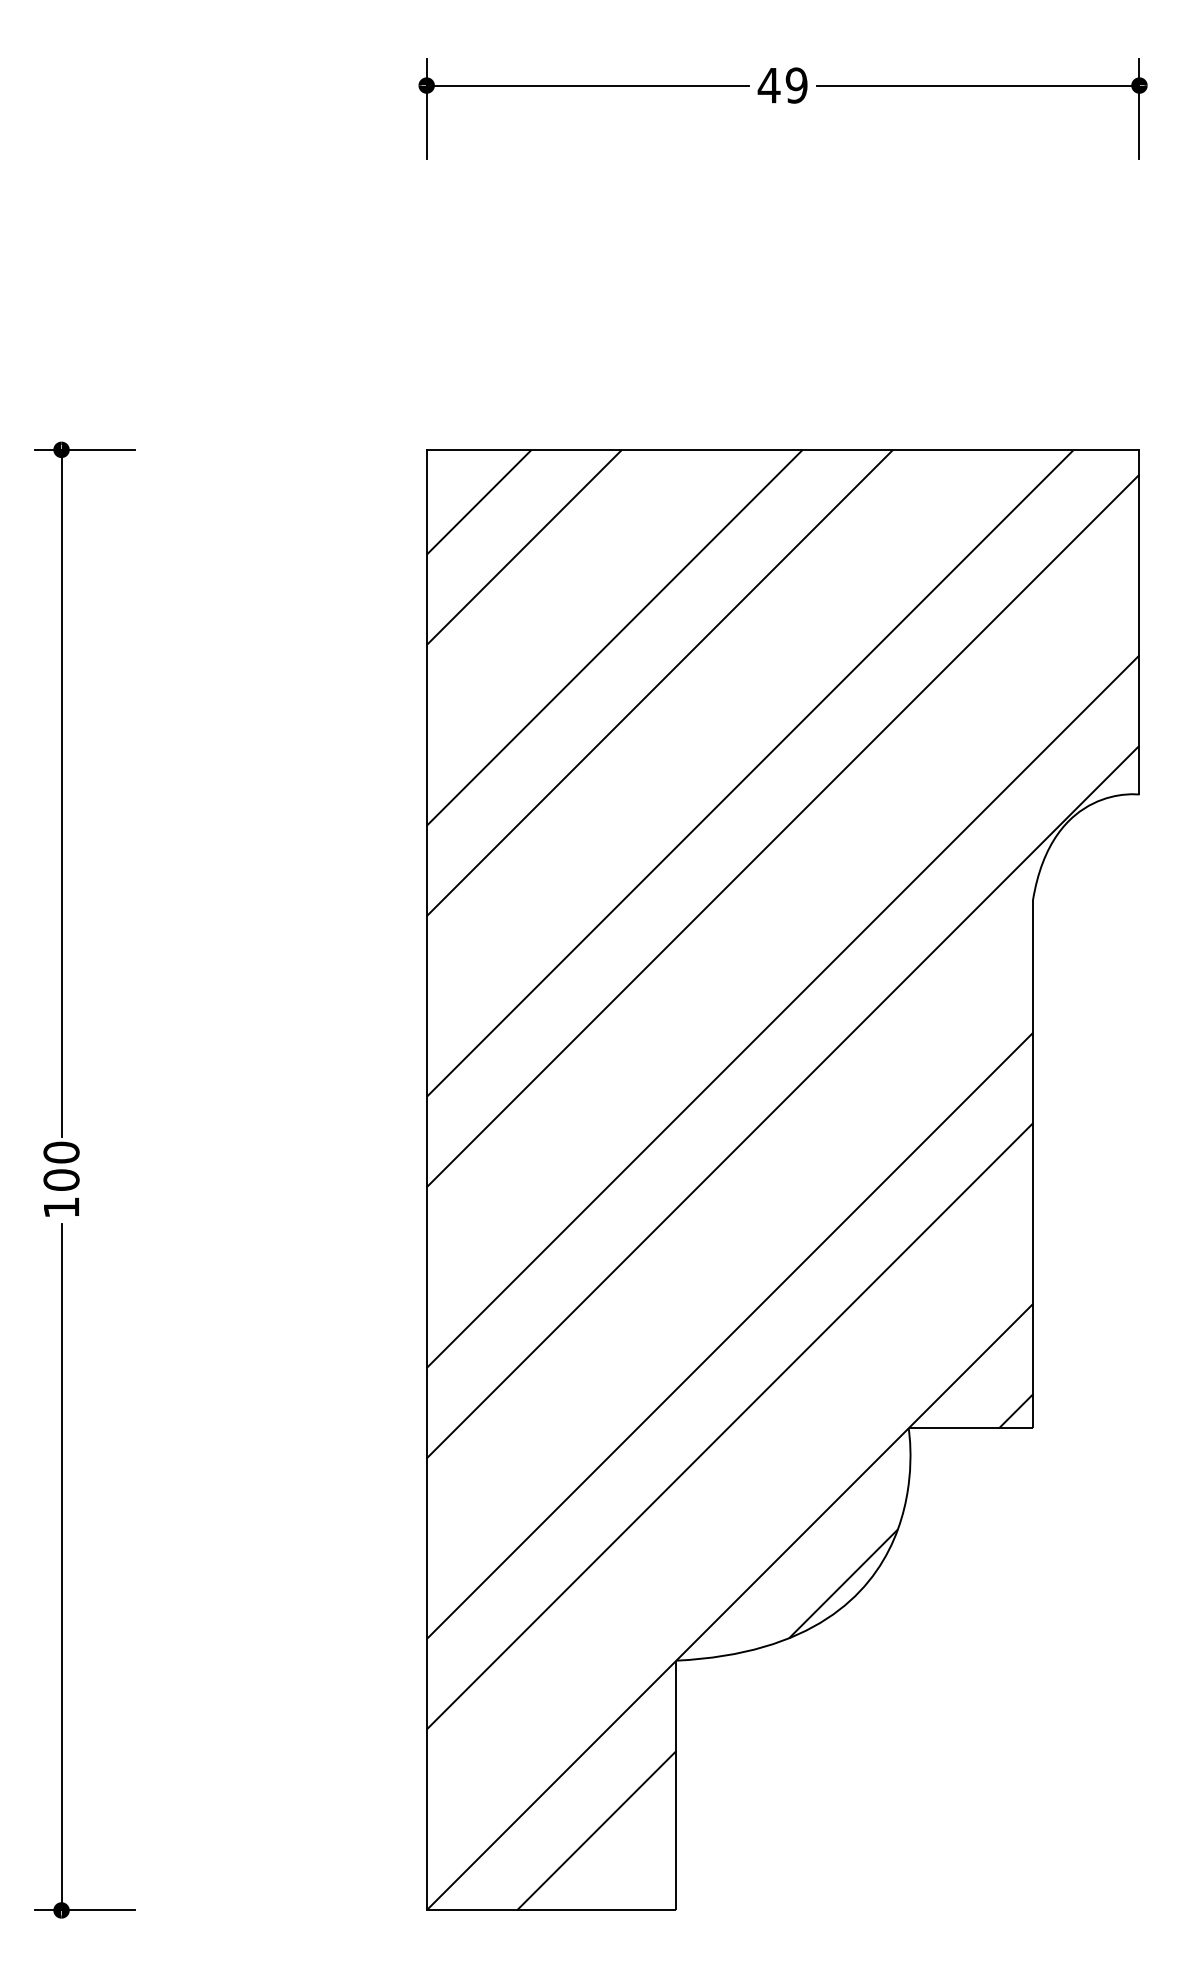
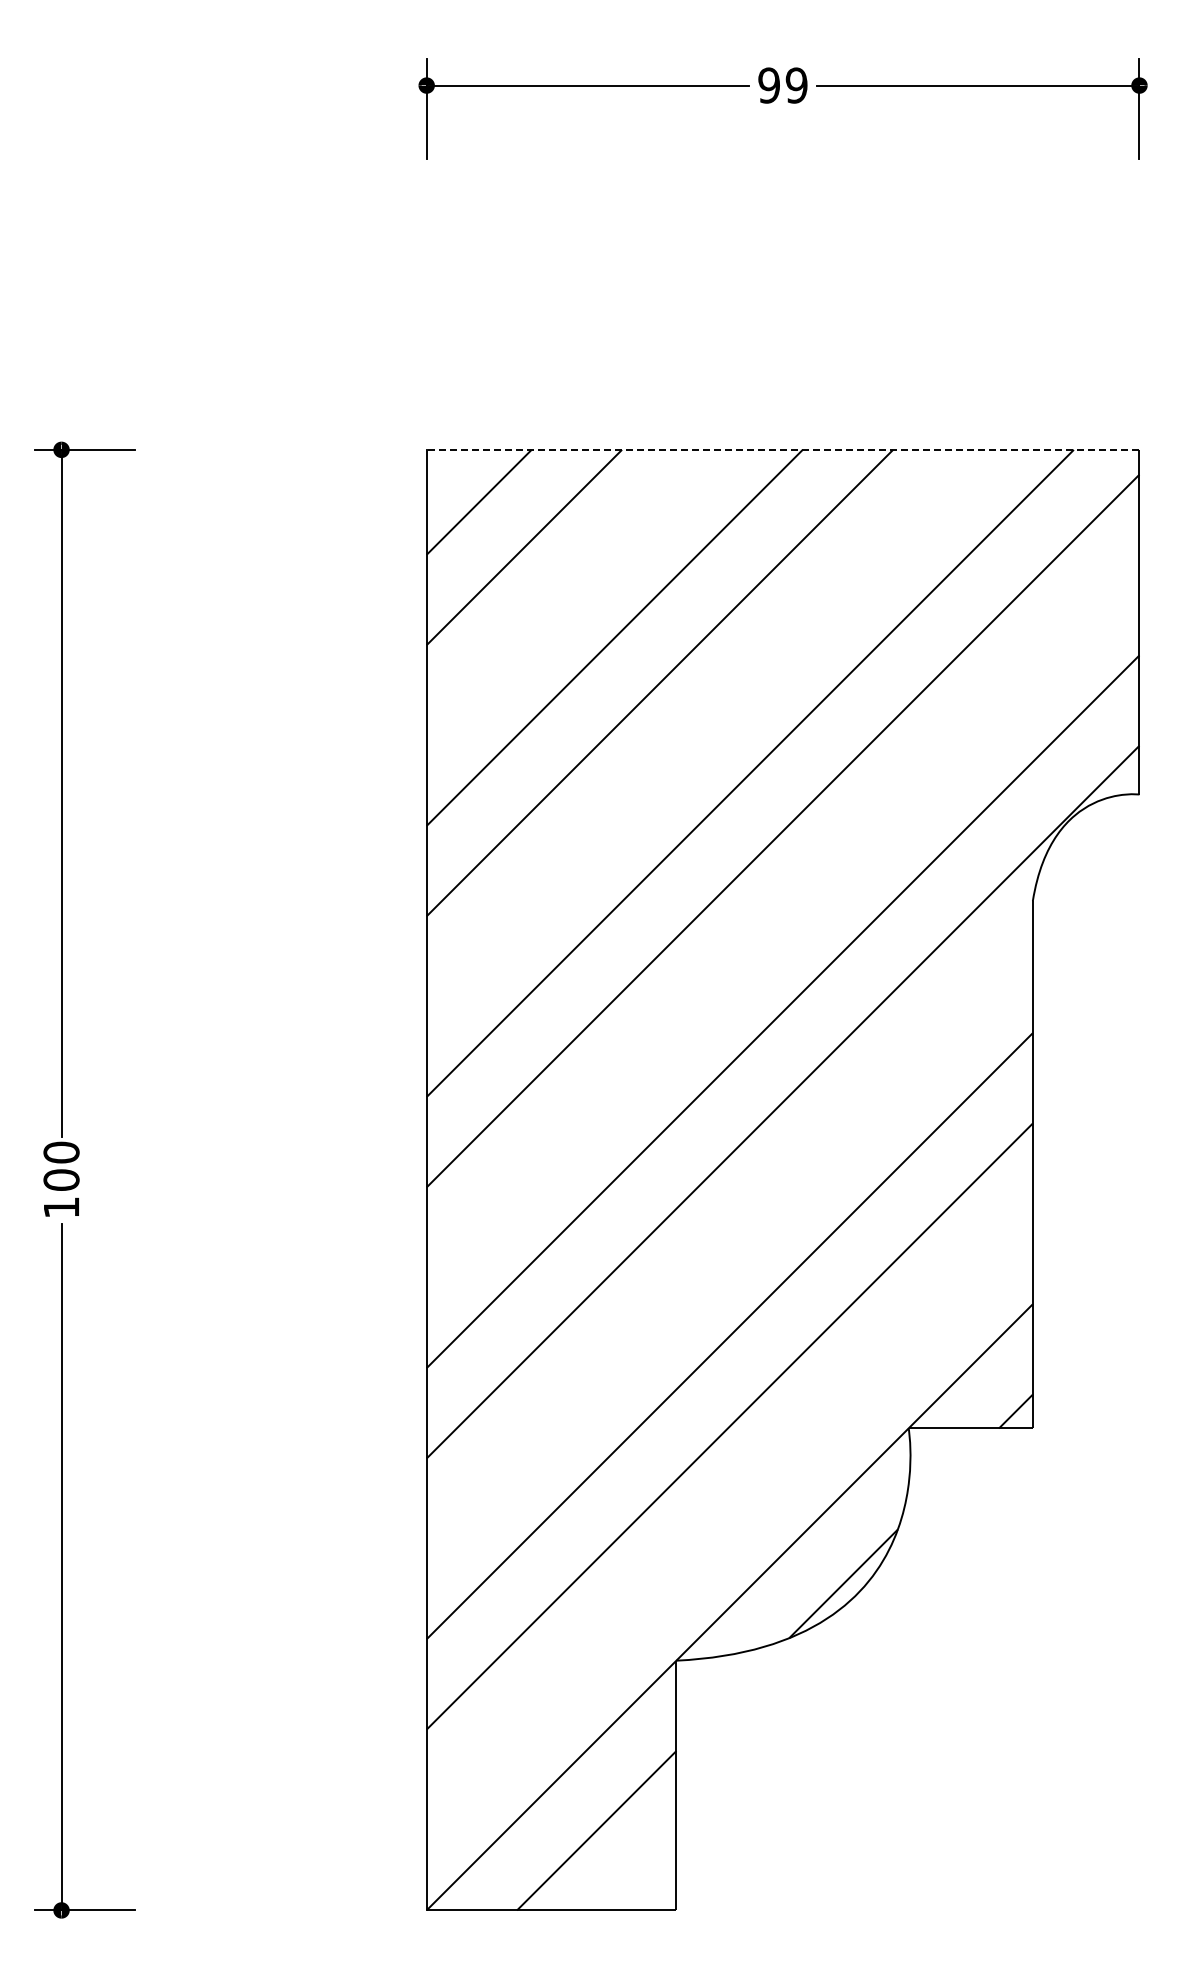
text at (768, 85): 49 -> 99
line at (782, 449): solid -> dashed
